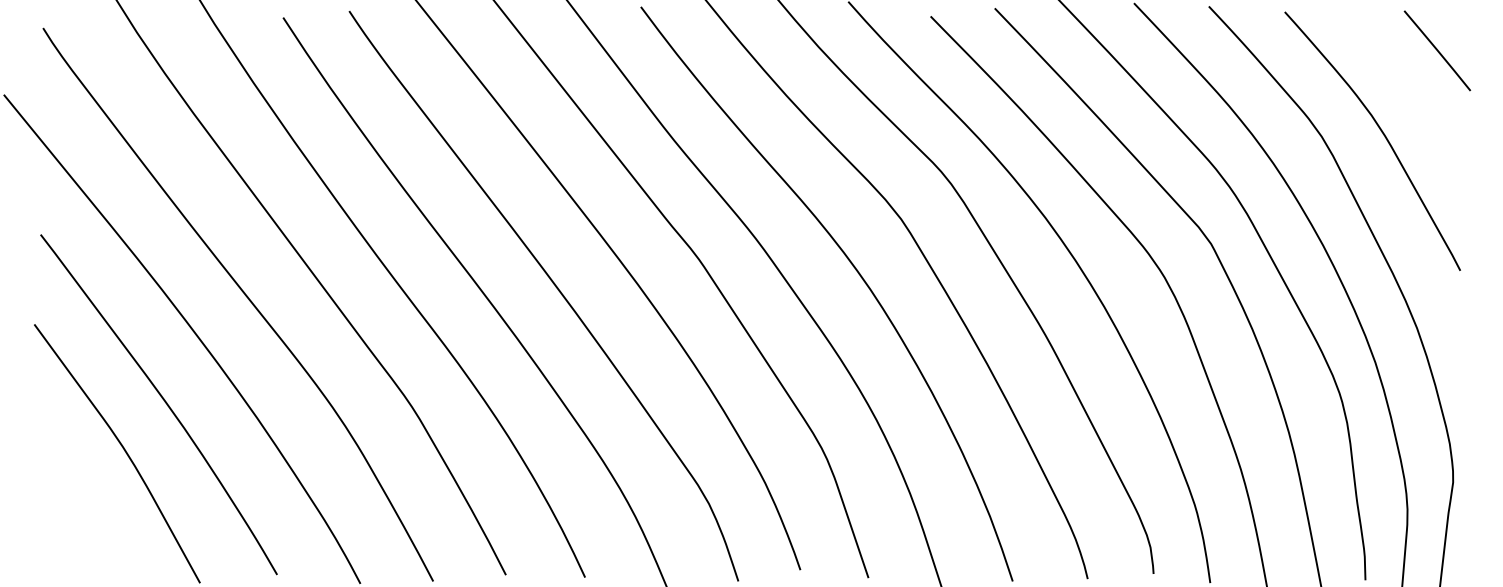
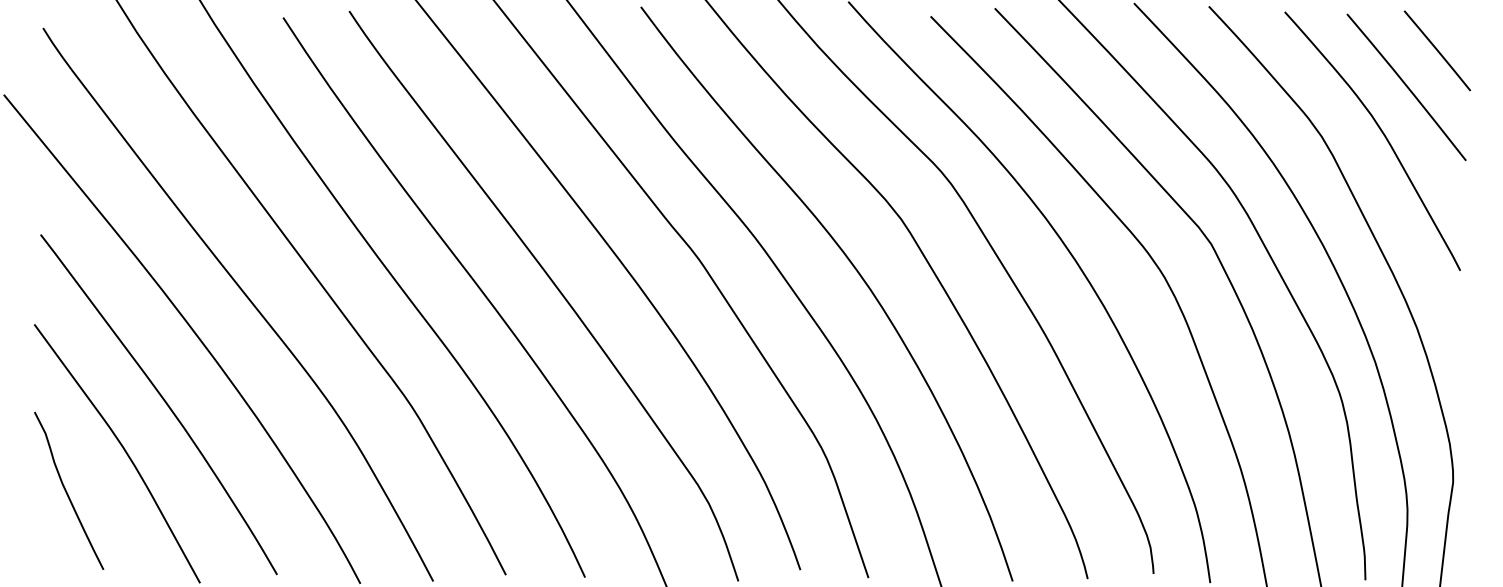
curve at (1406, 87): none -> present
curve at (67, 491): none -> present
